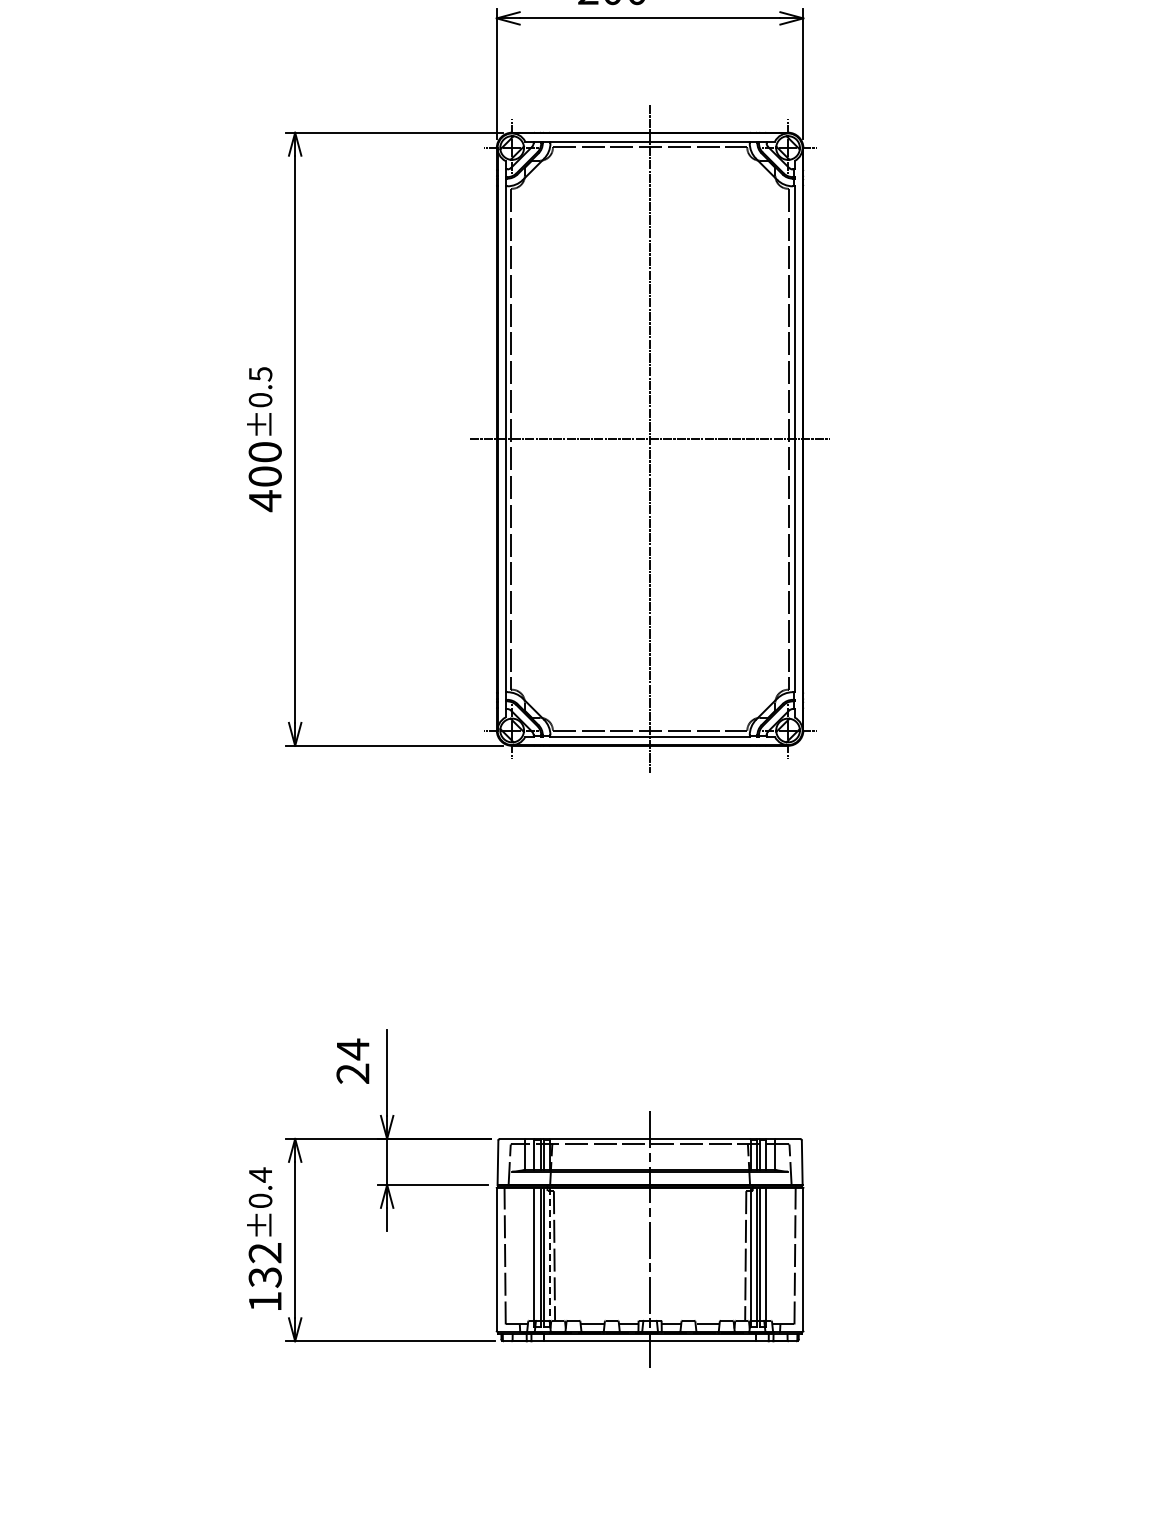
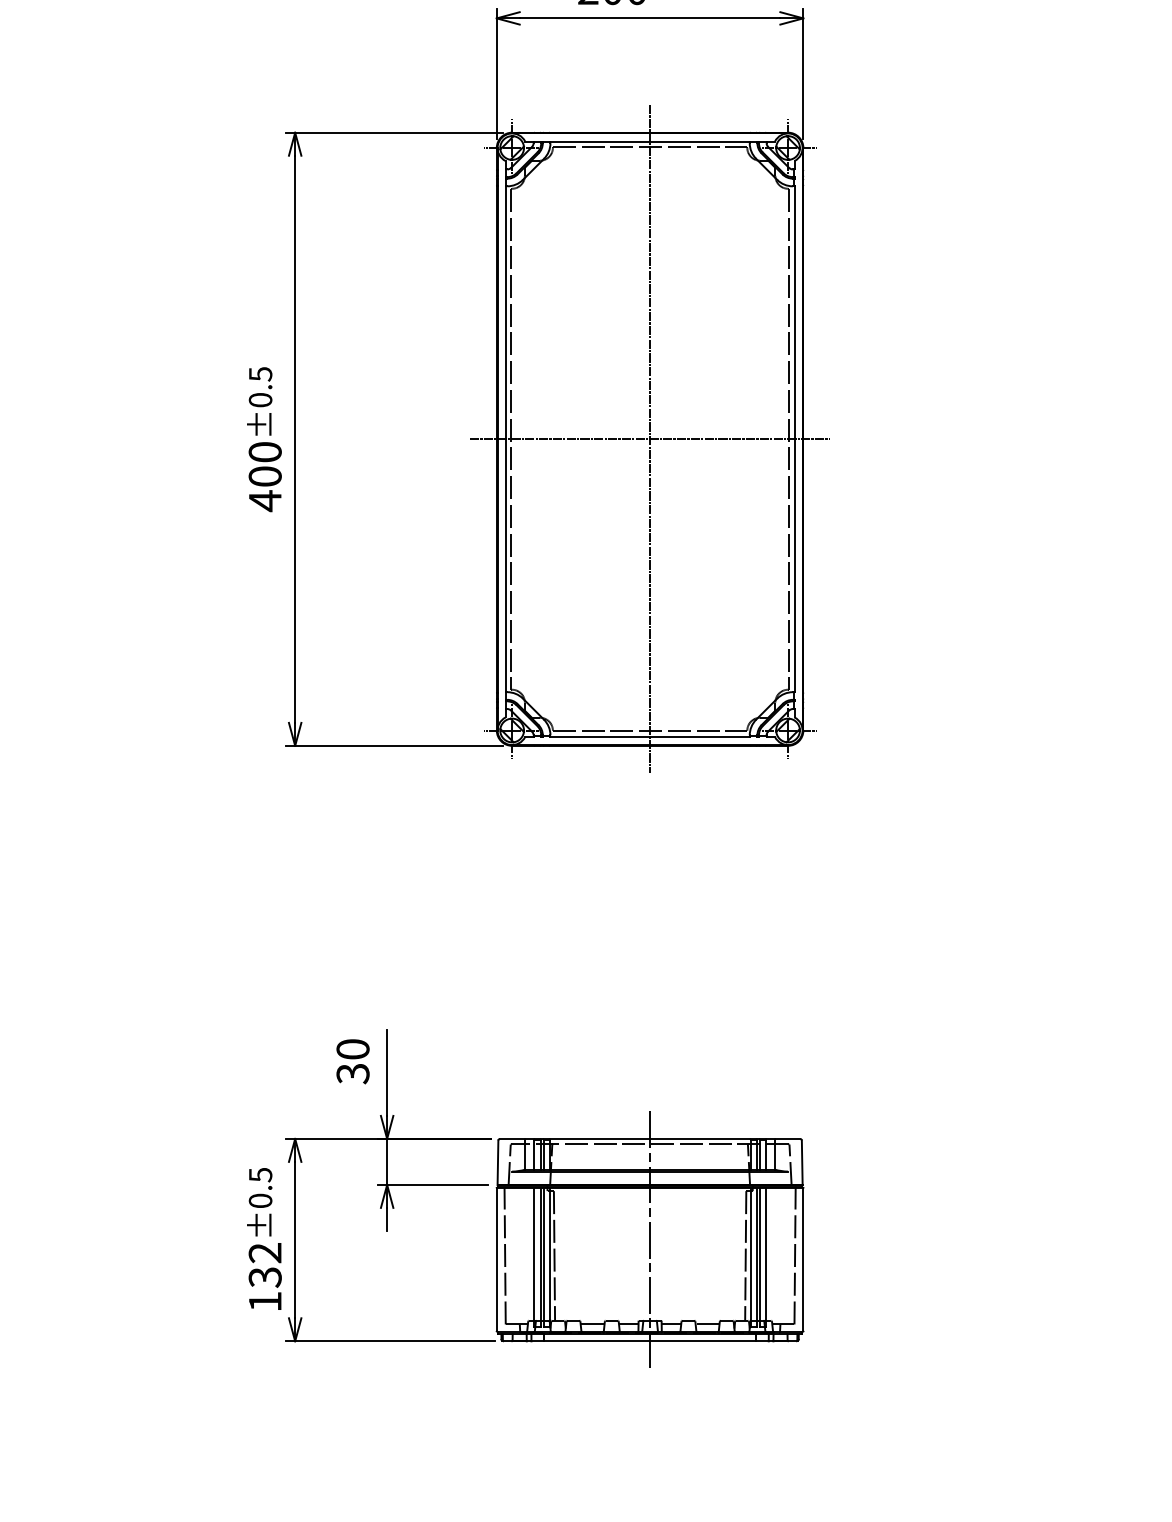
text at (352, 1061): 24 -> 30
text at (260, 1174): ±0.4 -> ±0.5
line at (549, 1257): dashed -> solid
